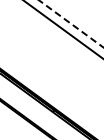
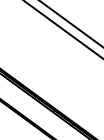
line at (71, 24): dashed -> solid
